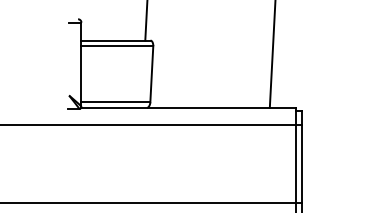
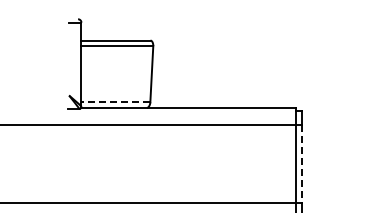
line at (146, 21): present -> none
line at (272, 54): present -> none
line at (115, 102): solid -> dashed
line at (302, 164): solid -> dashed
